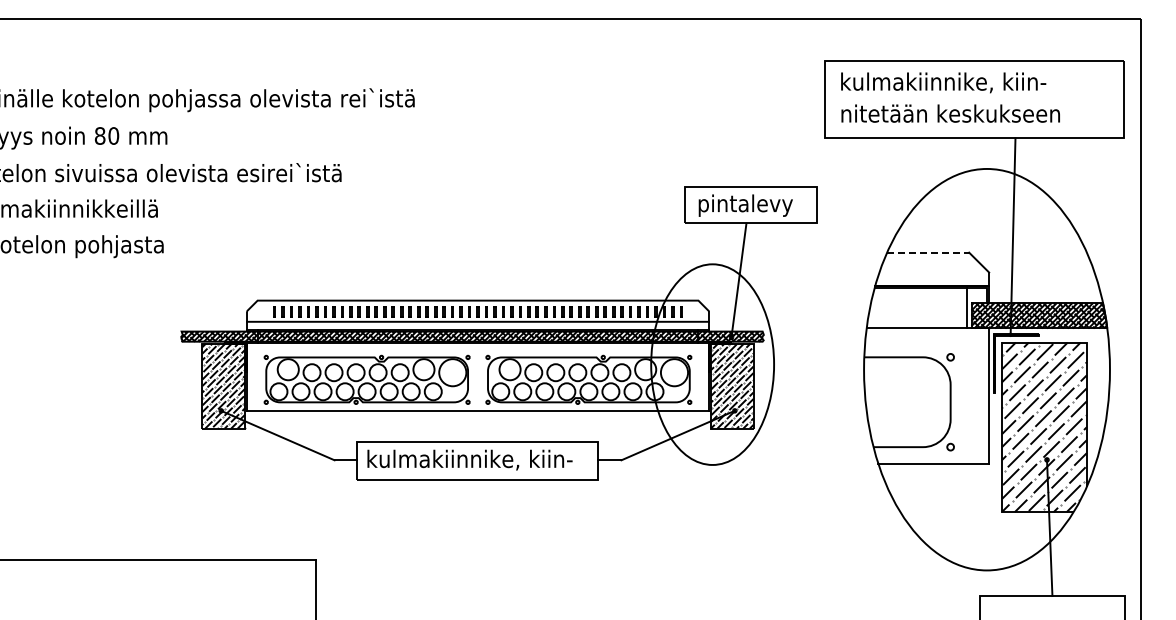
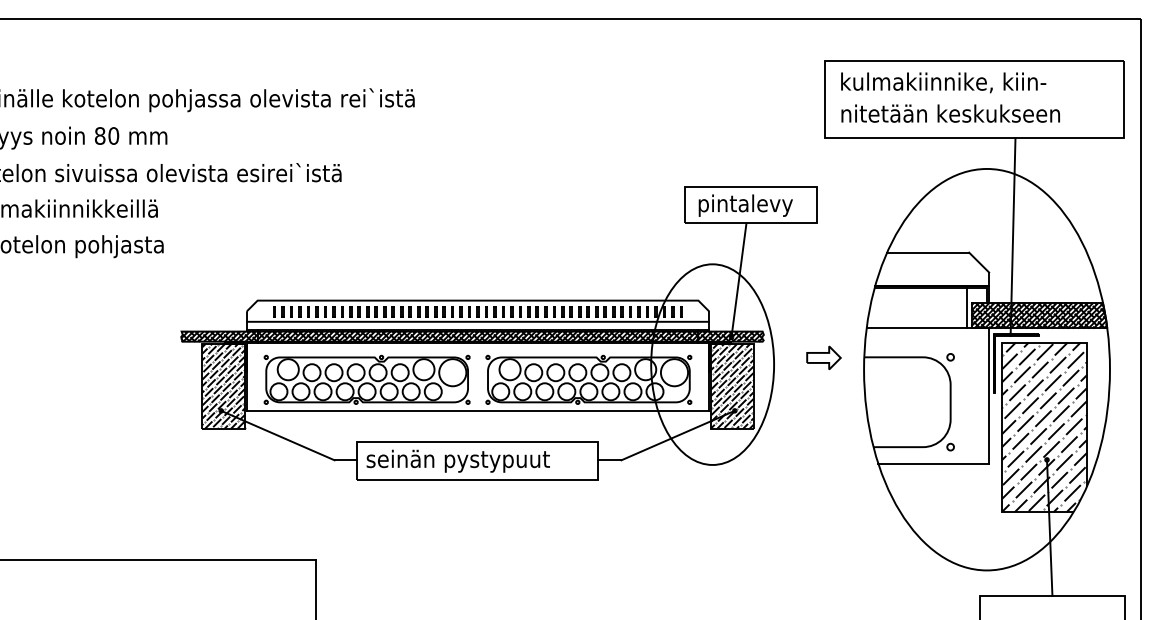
line at (928, 252): dashed -> solid
part at (823, 357): none -> present
text at (469, 460): kulmakiinnike, kiin- -> seinän pystypuut
